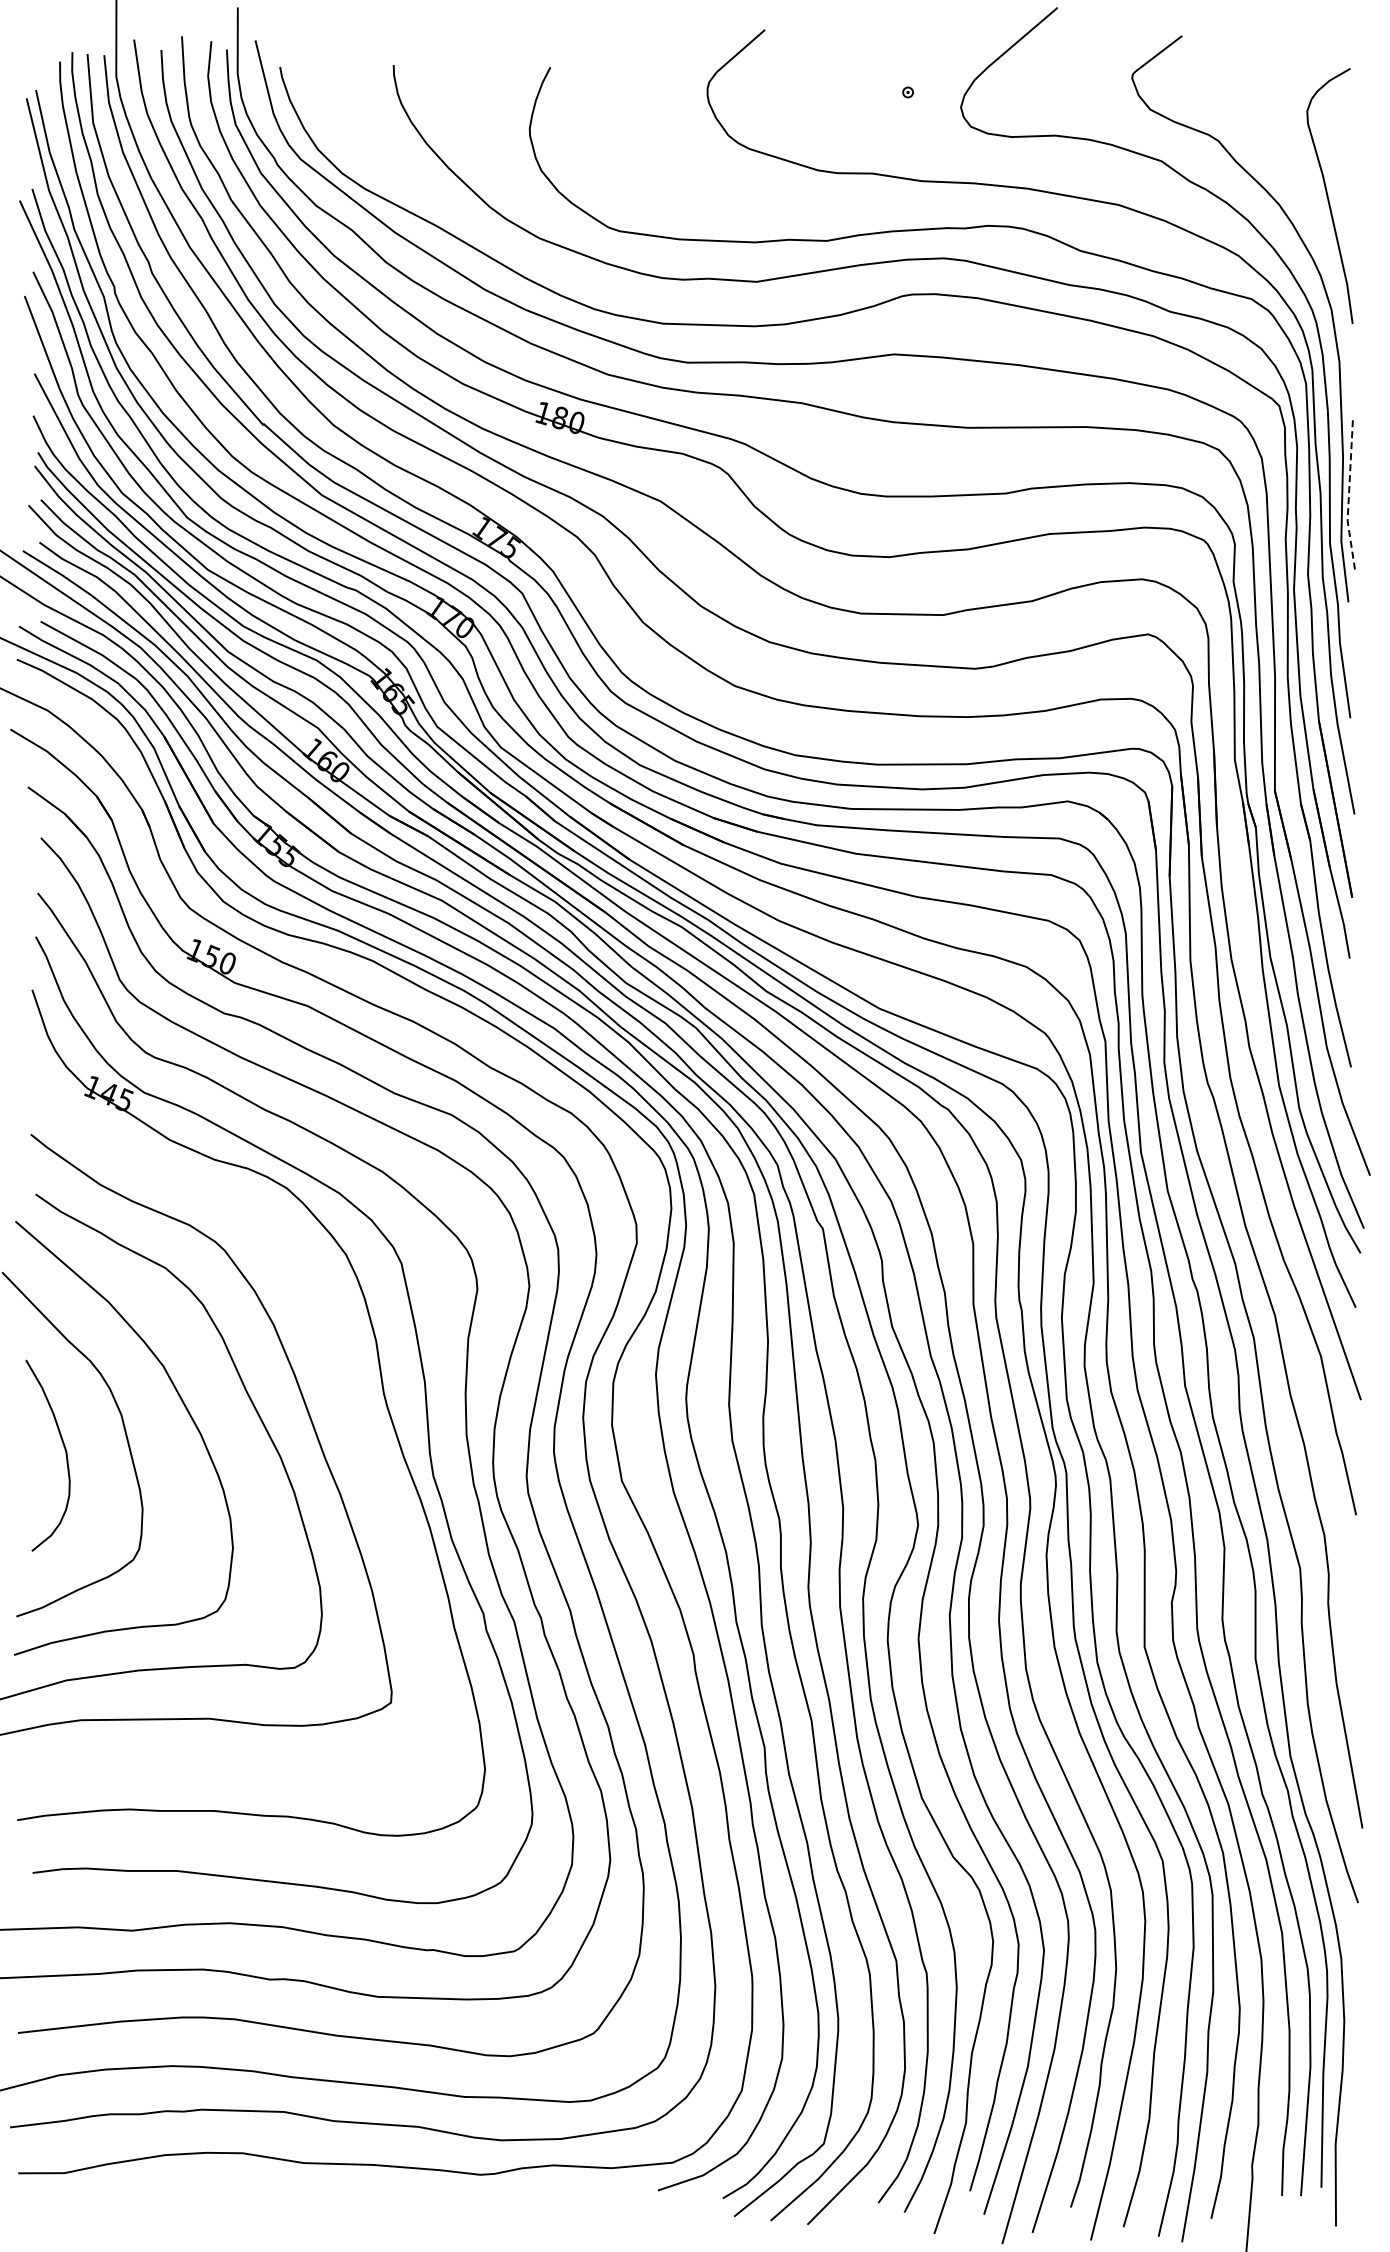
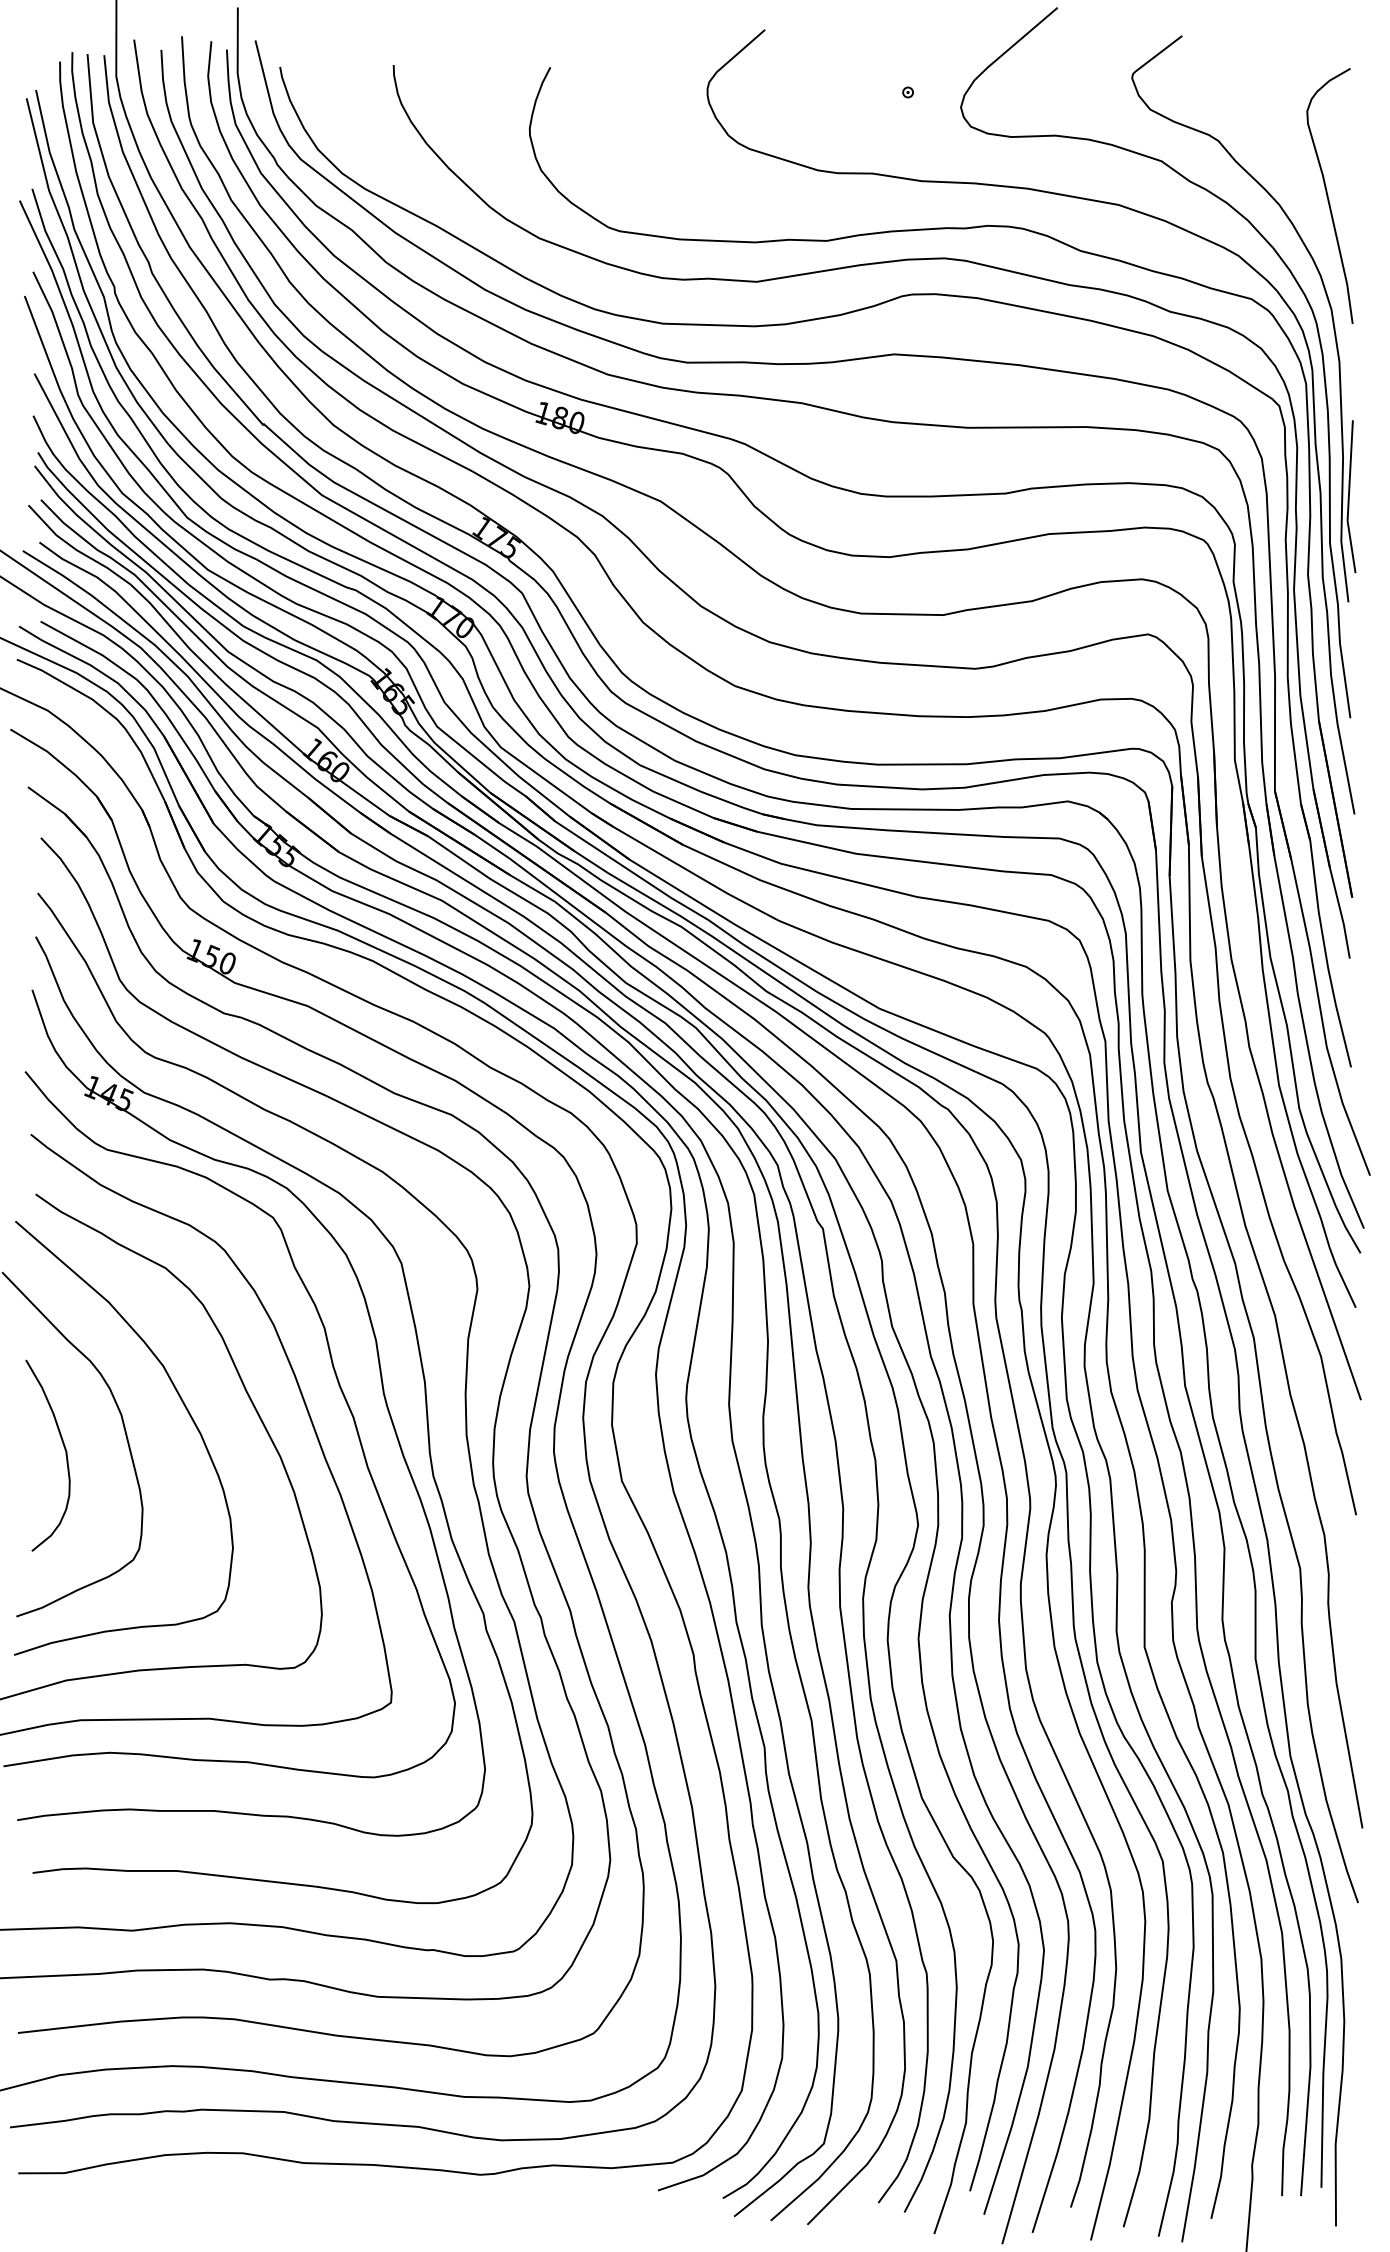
line at (1348, 498): dashed -> solid
curve at (339, 1388): none -> present
